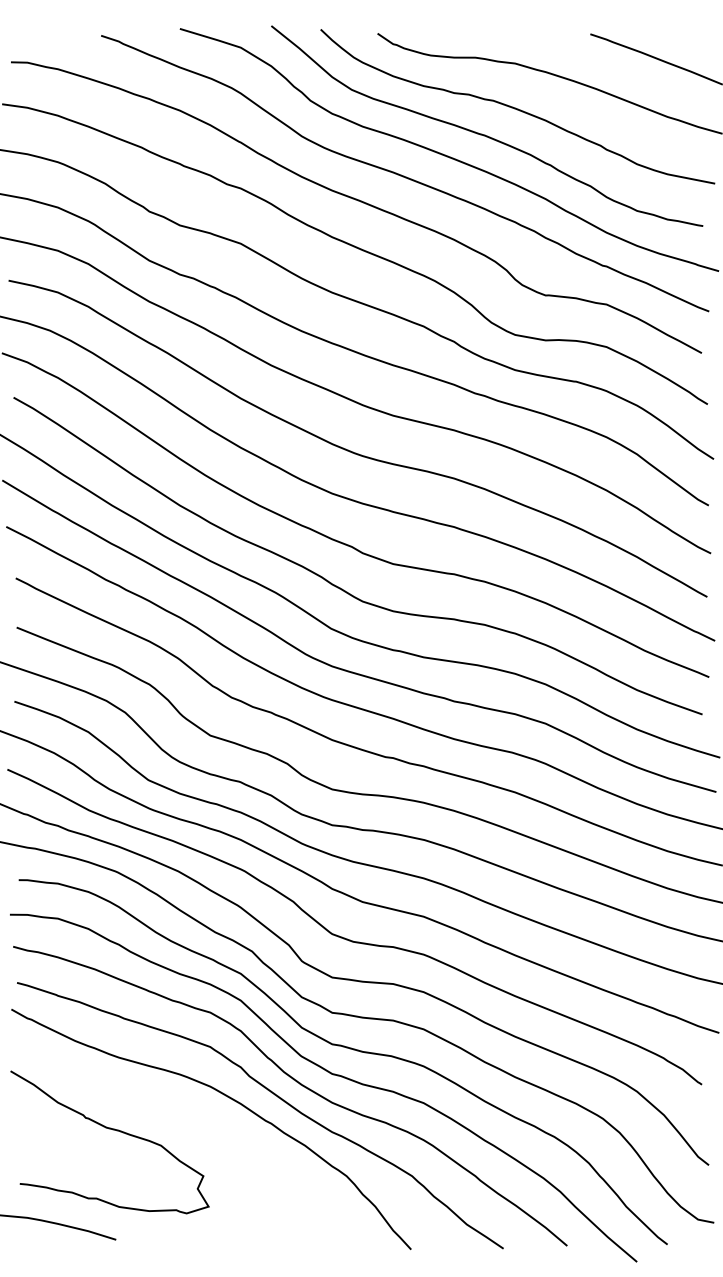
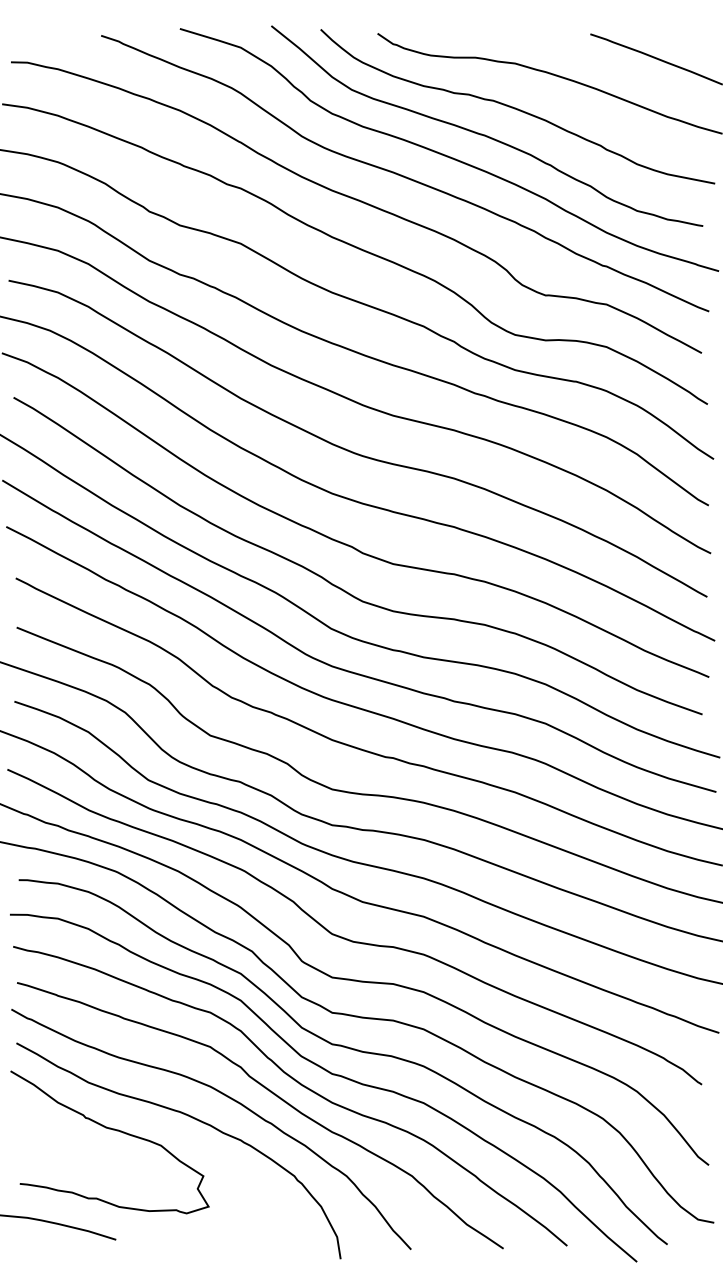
curve at (194, 1119): none -> present
